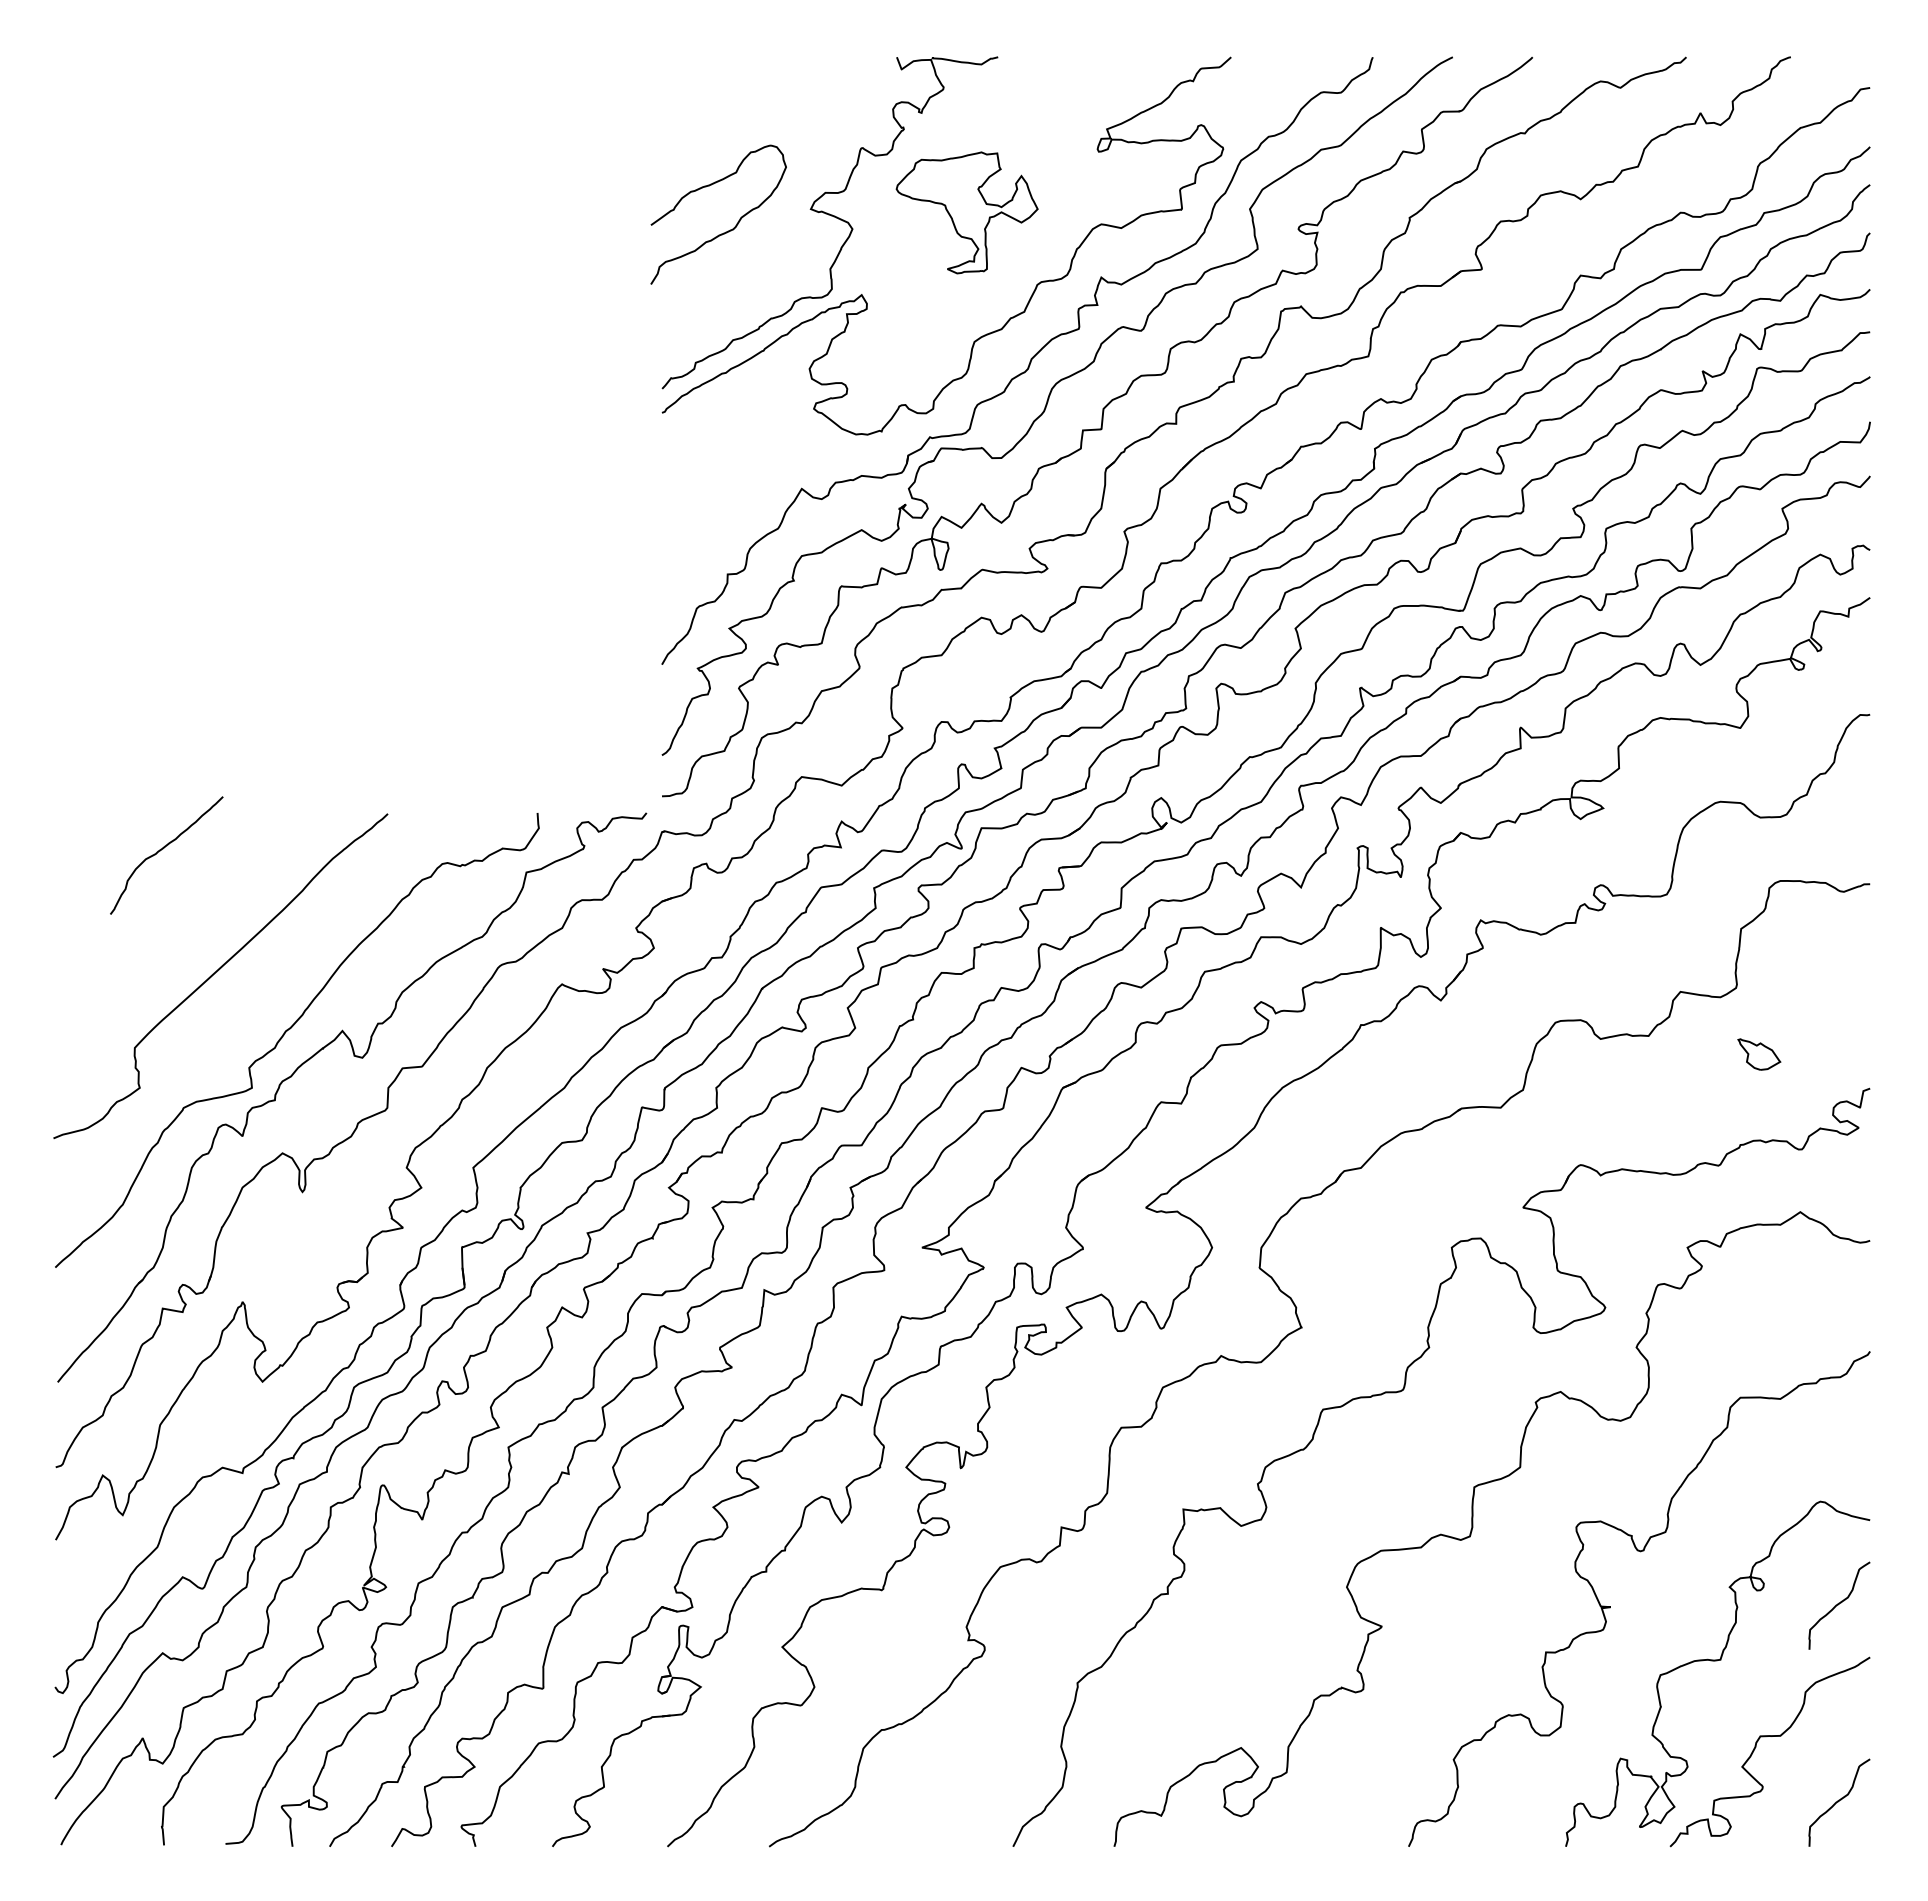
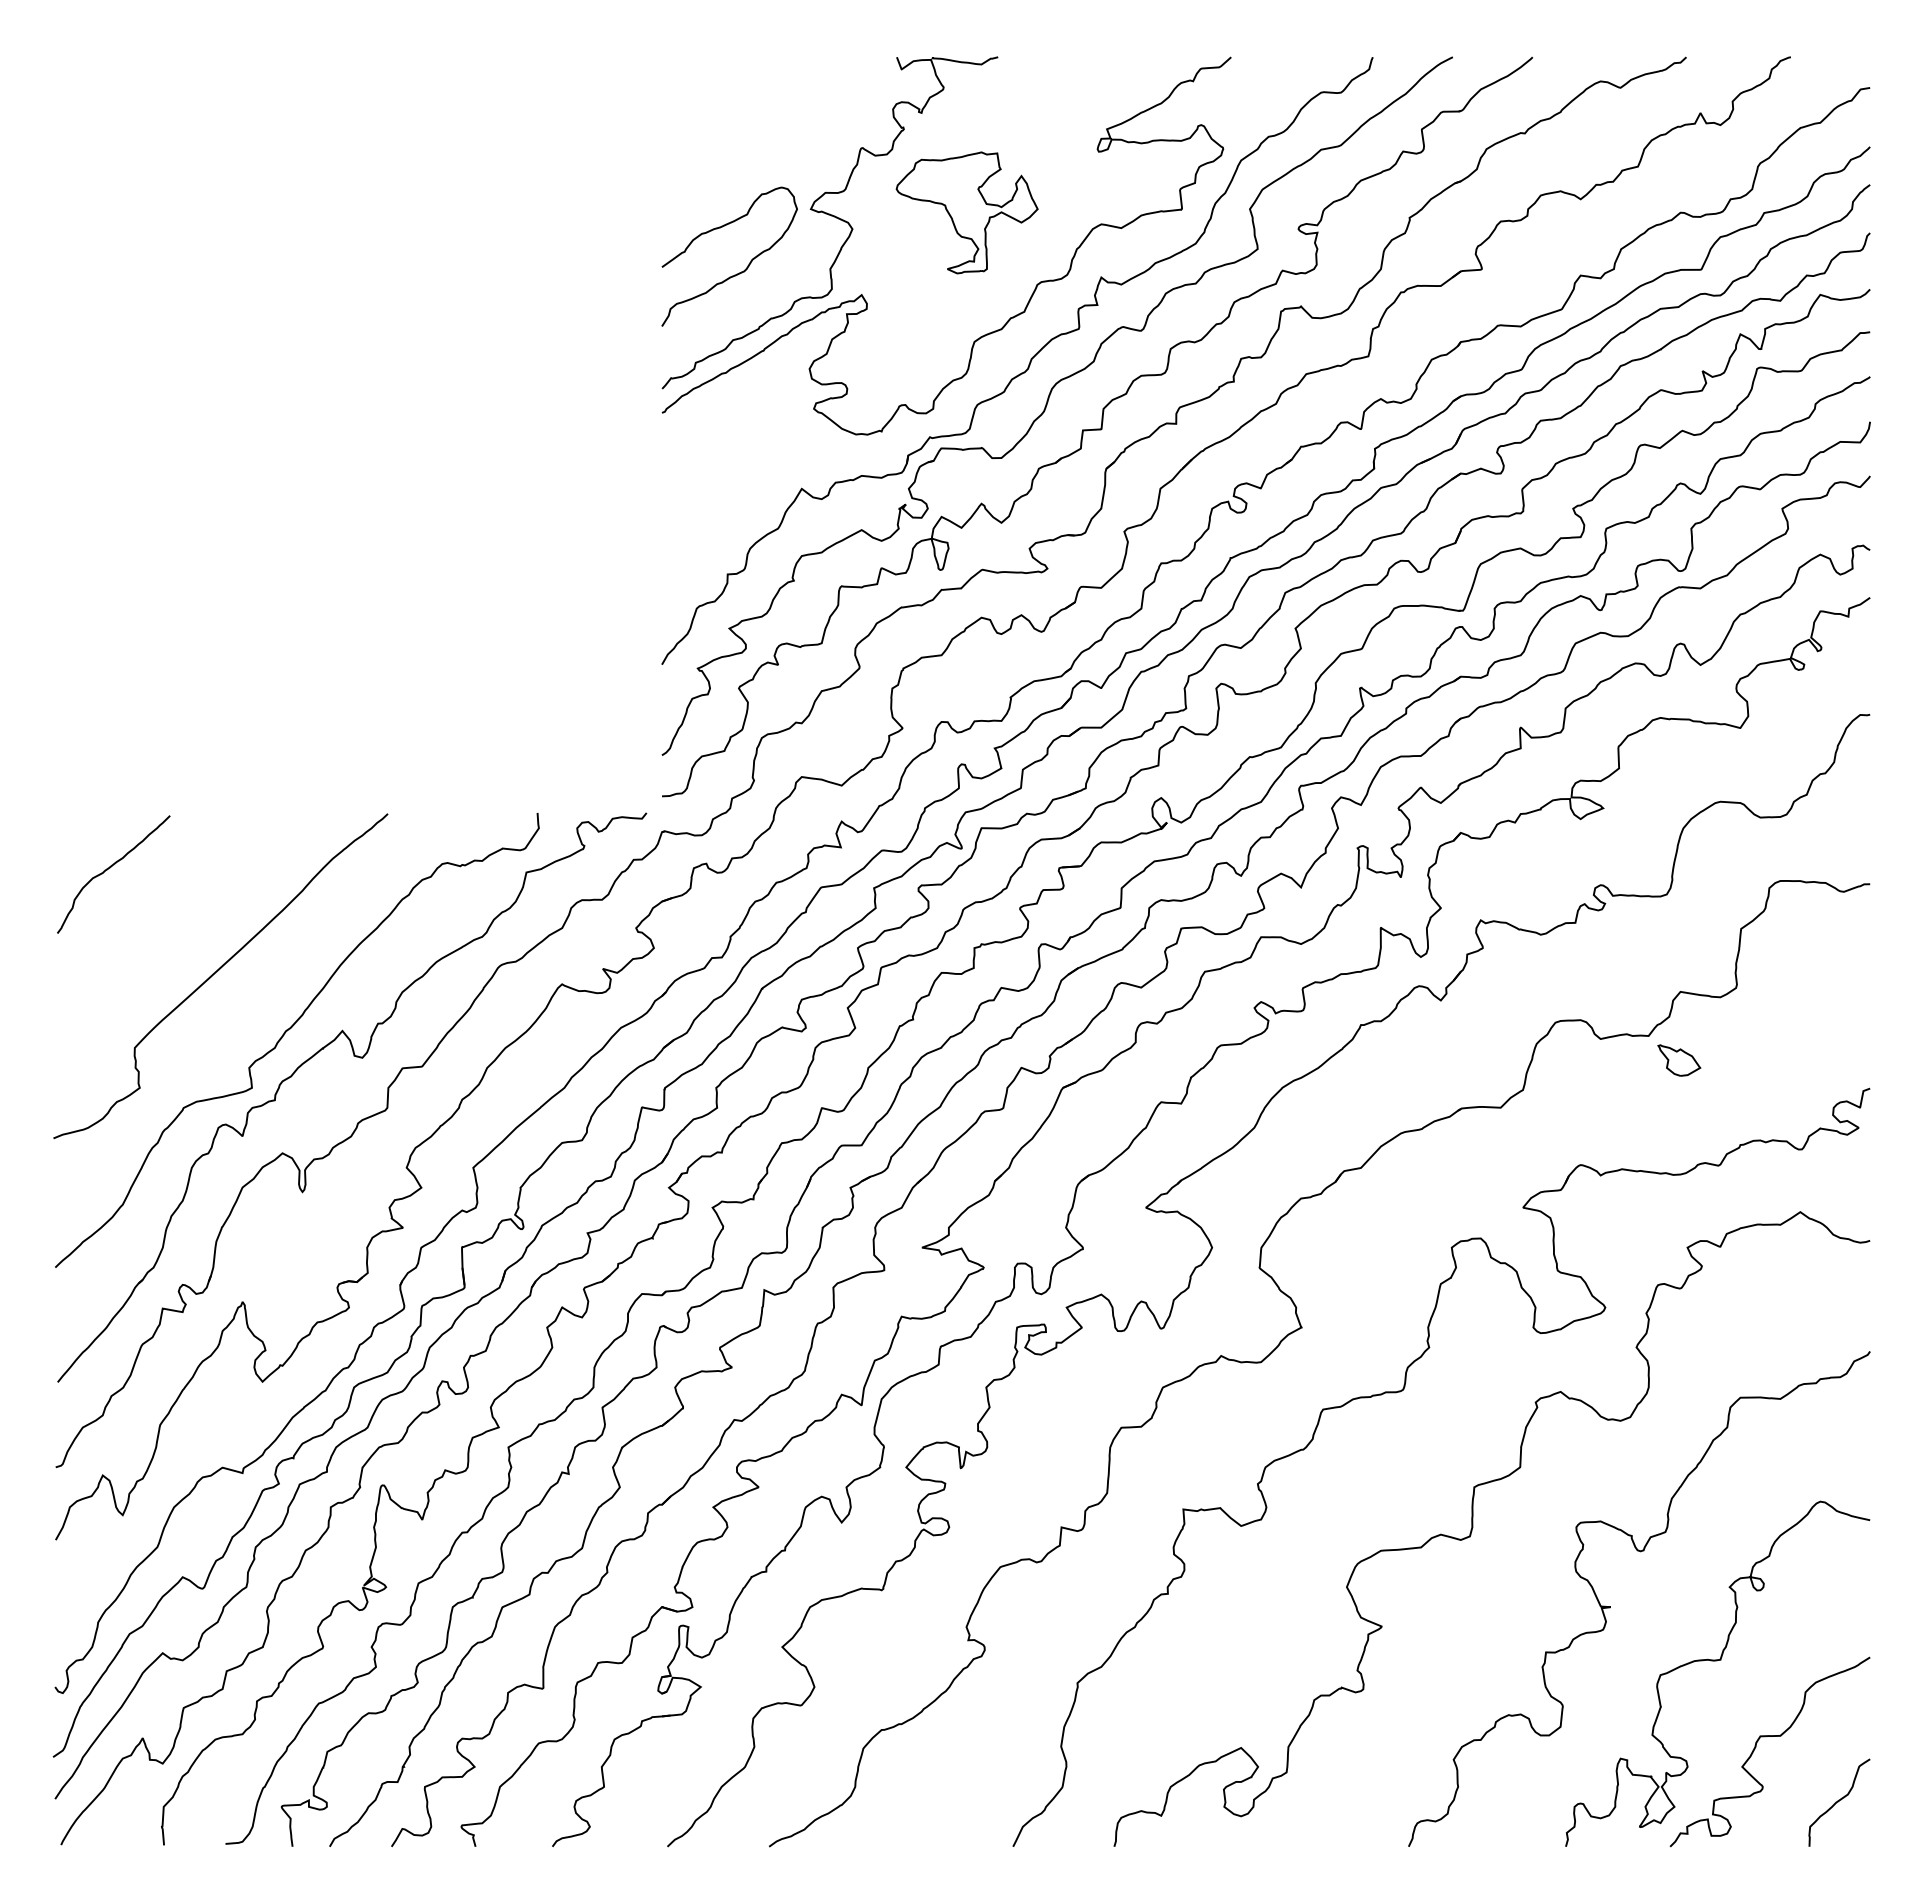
curve at (725, 231) position: (725, 231) -> (736, 273)
curve at (163, 849) position: (163, 849) -> (110, 868)
part at (1759, 1054) position: (1759, 1054) -> (1679, 1060)
curve at (1839, 1604): present -> none
